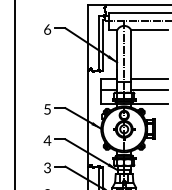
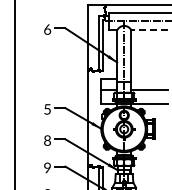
line at (149, 30): solid -> dashed
line at (149, 79): present -> none
text at (47, 140): 4 -> 8
text at (47, 168): 3 -> 9
